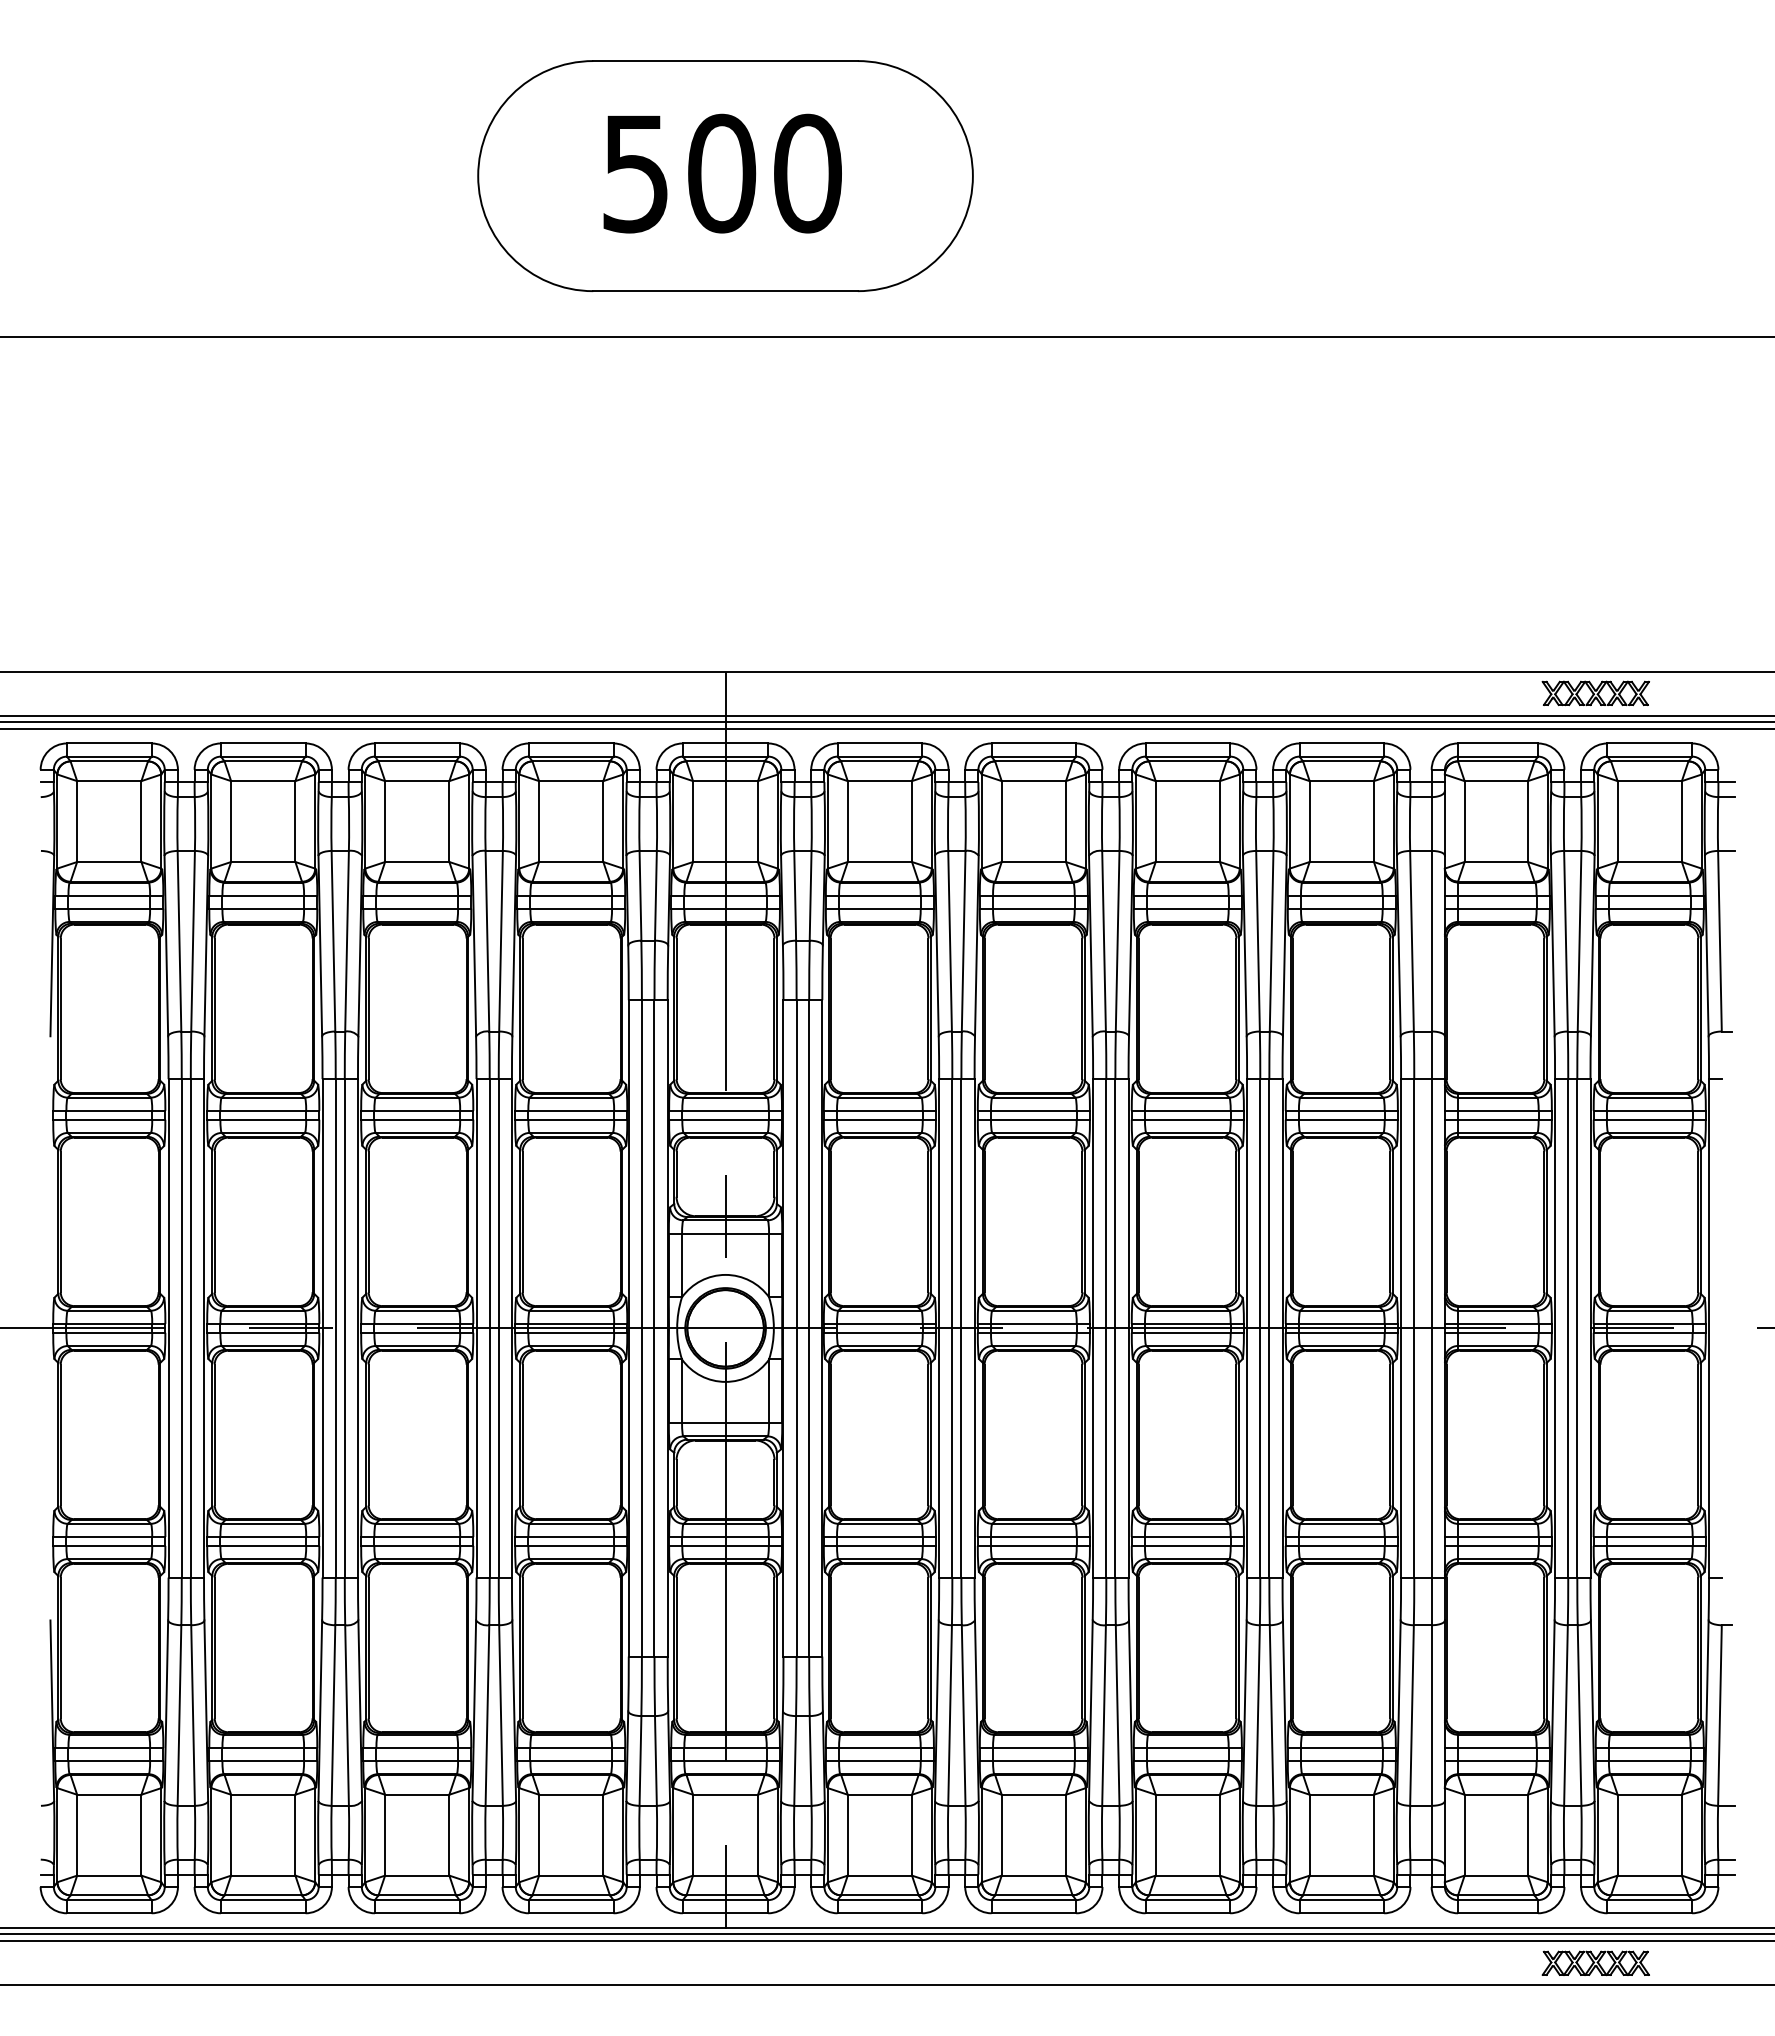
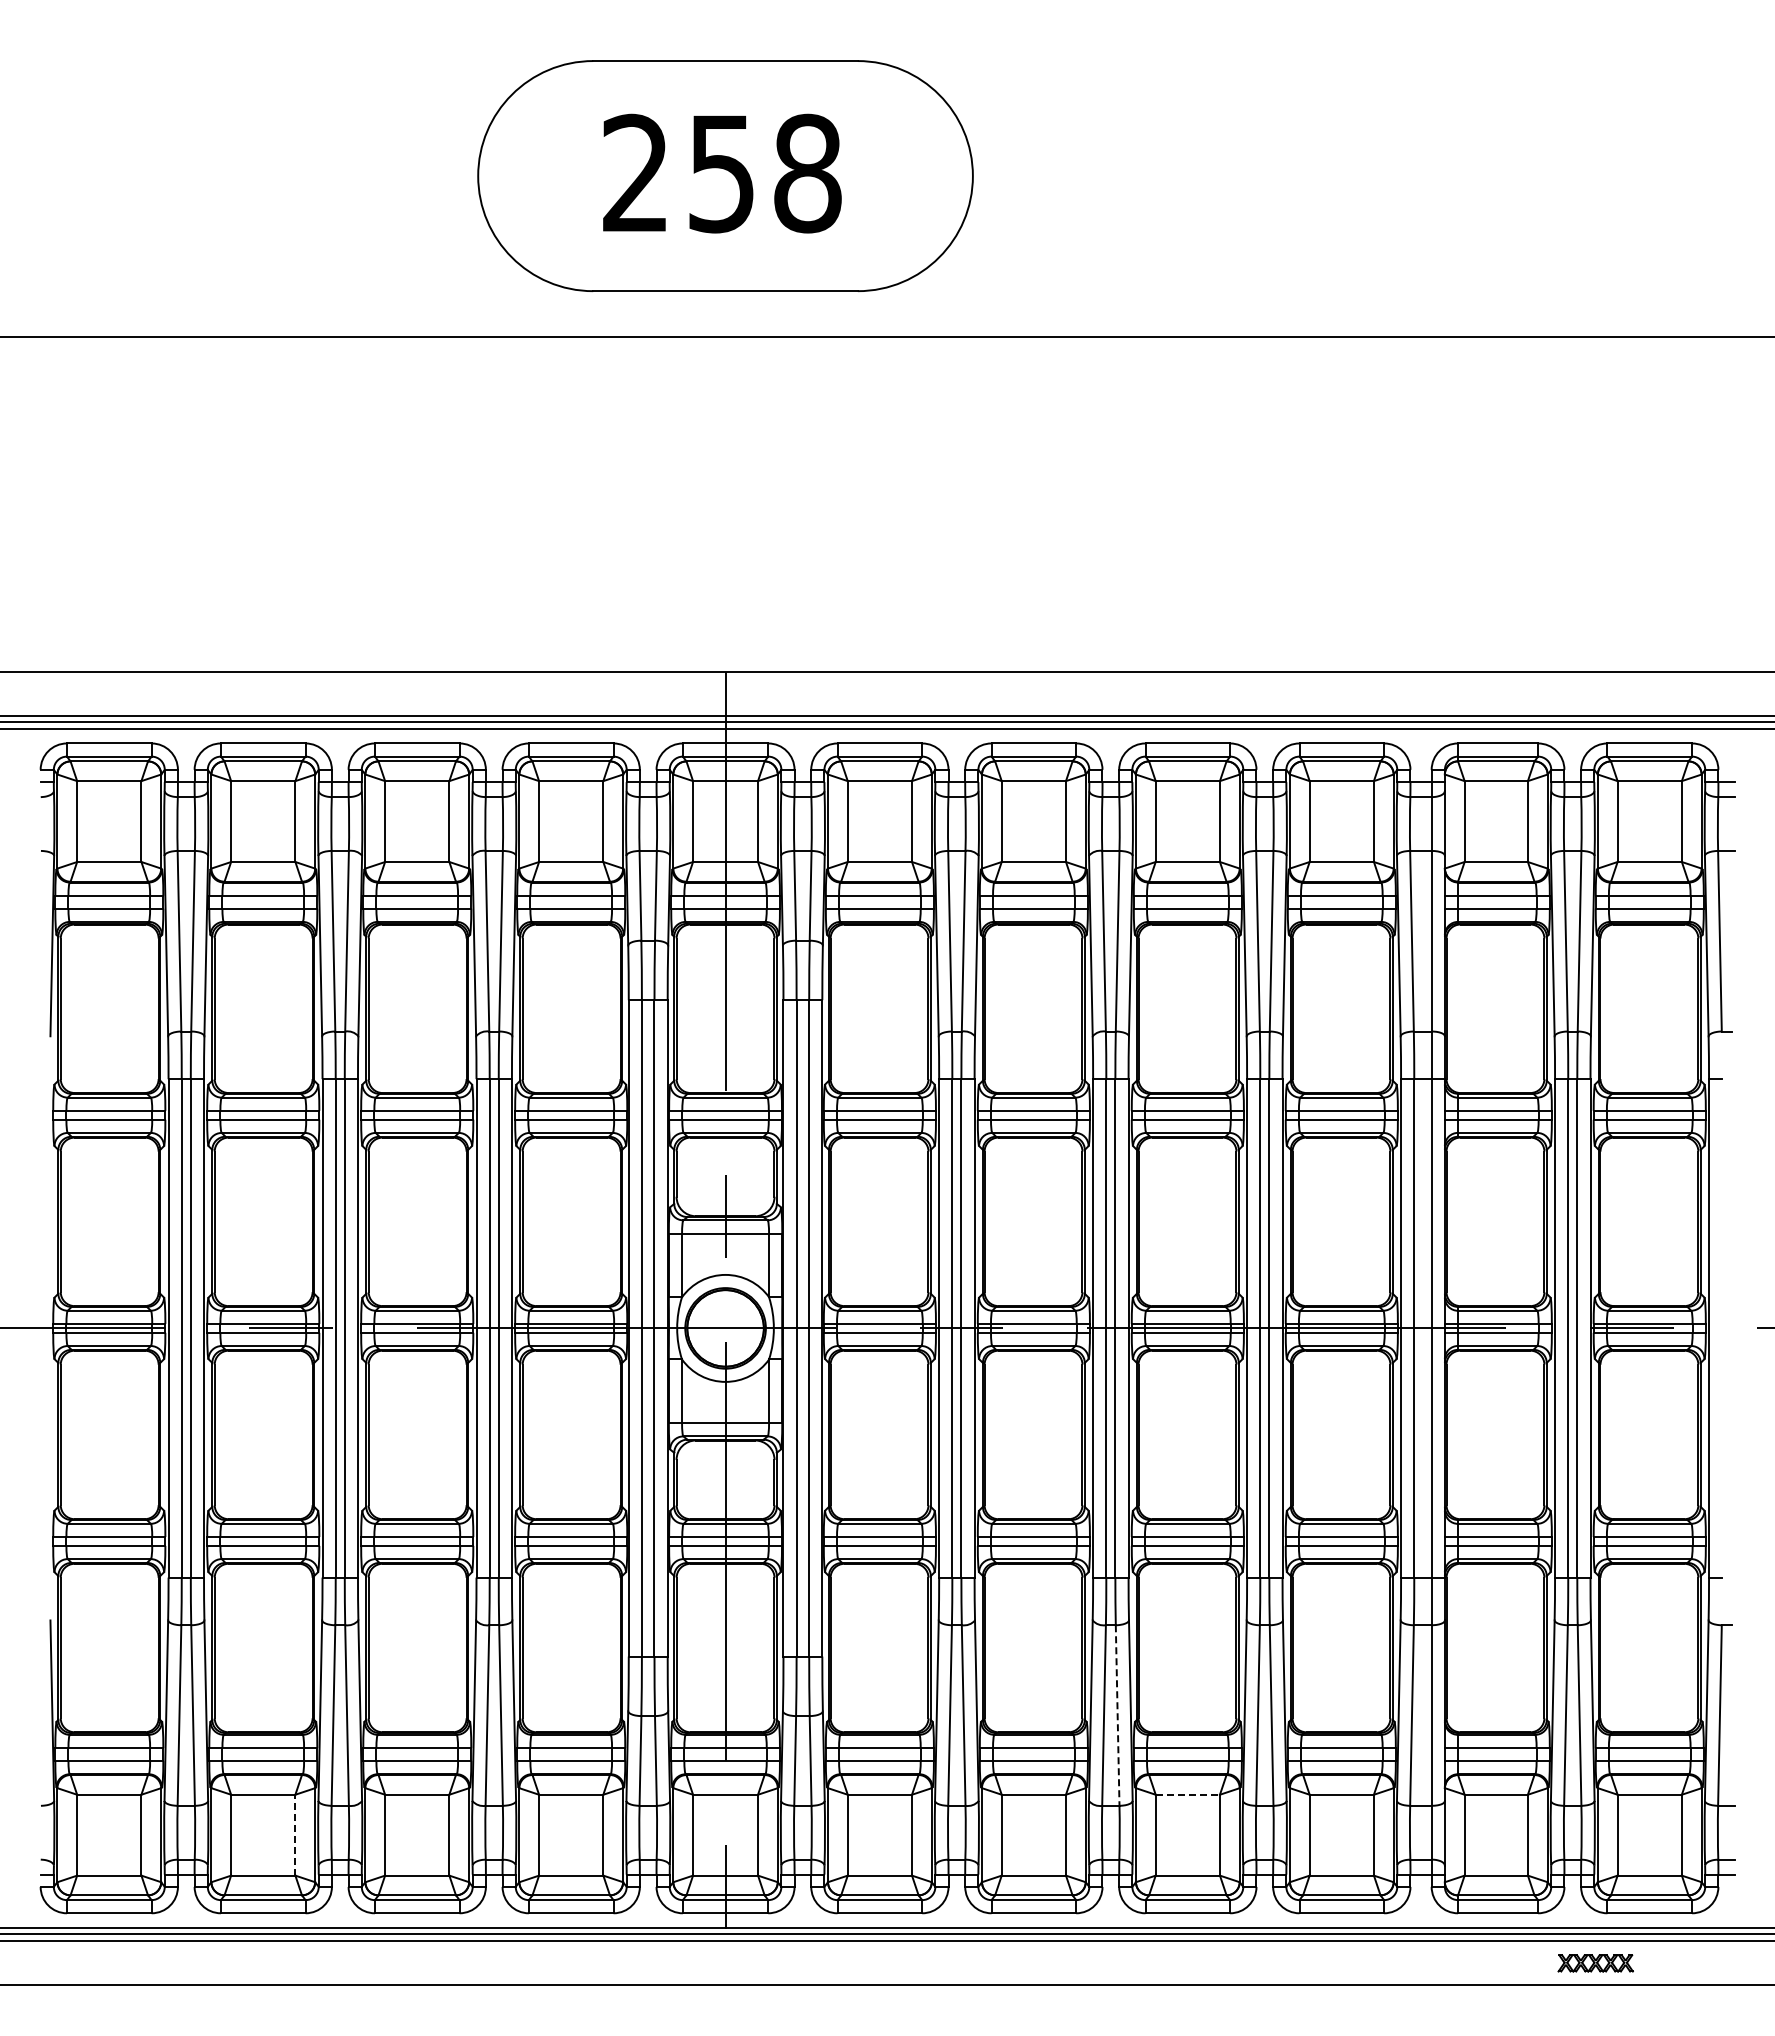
text at (722, 173): 500 -> 258
part at (1595, 692): present -> none
line at (1117, 1716): solid -> dashed
line at (1188, 1794): solid -> dashed
line at (295, 1834): solid -> dashed
part at (1595, 1963) size: 109x27 px -> 77x19 px
